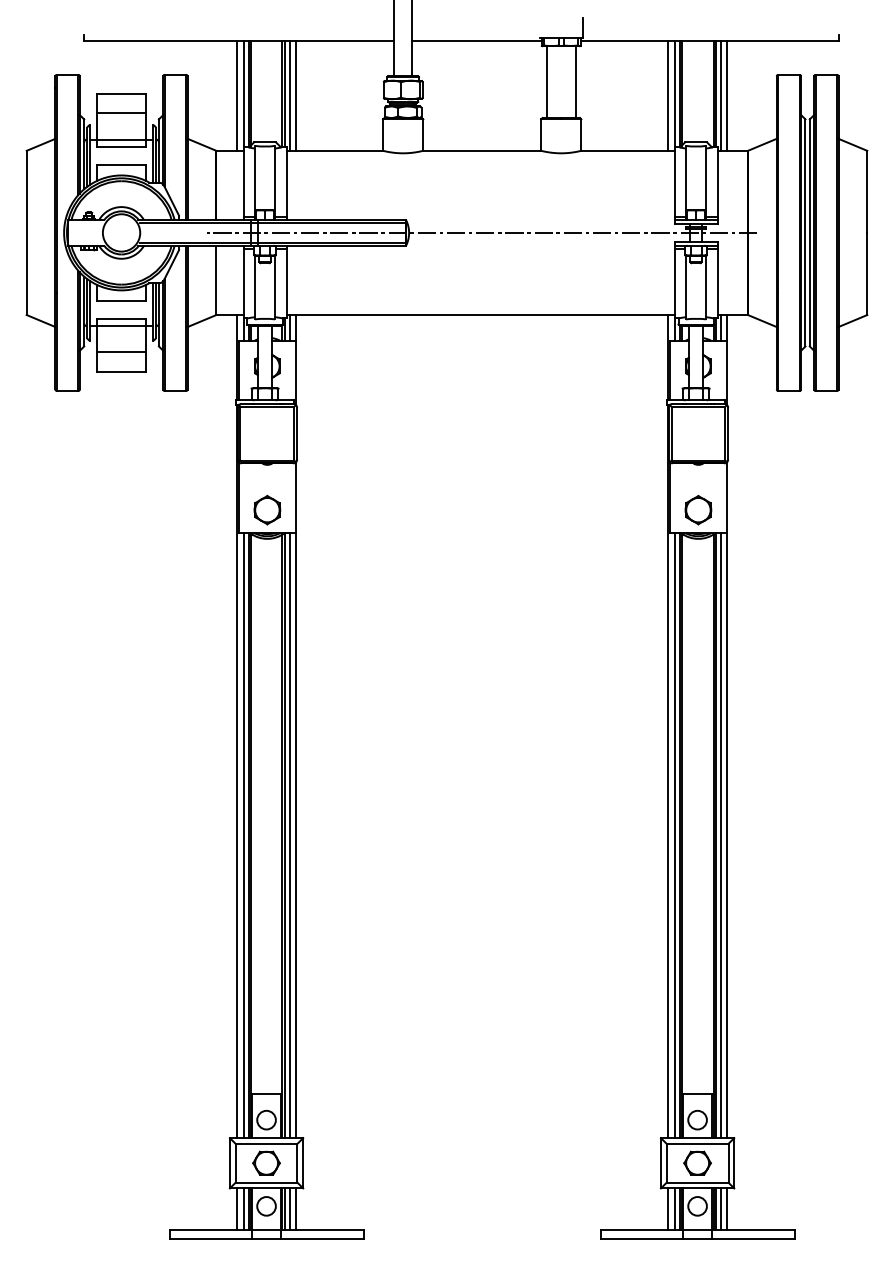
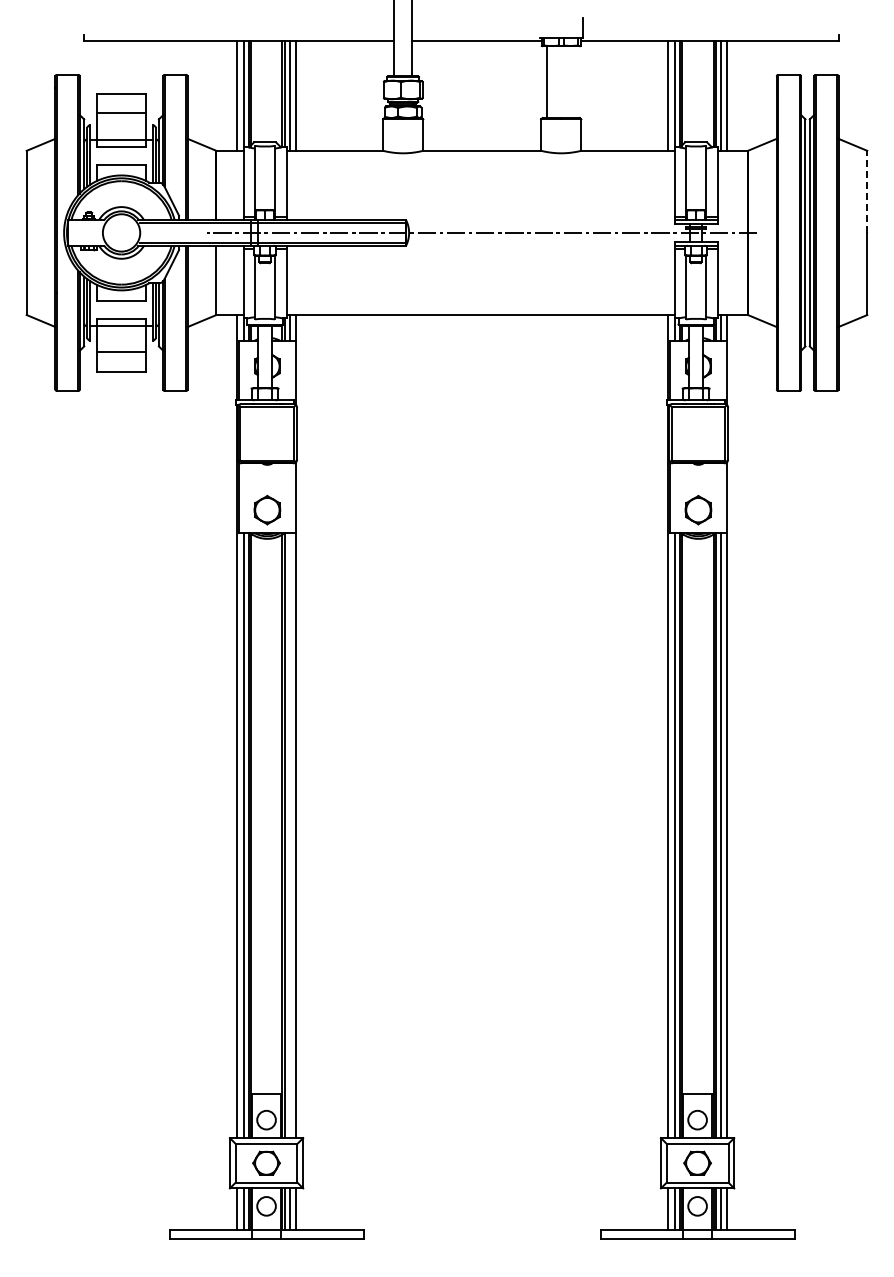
line at (575, 82): present -> none
line at (867, 191): solid -> dashed
line at (289, 835): present -> none
